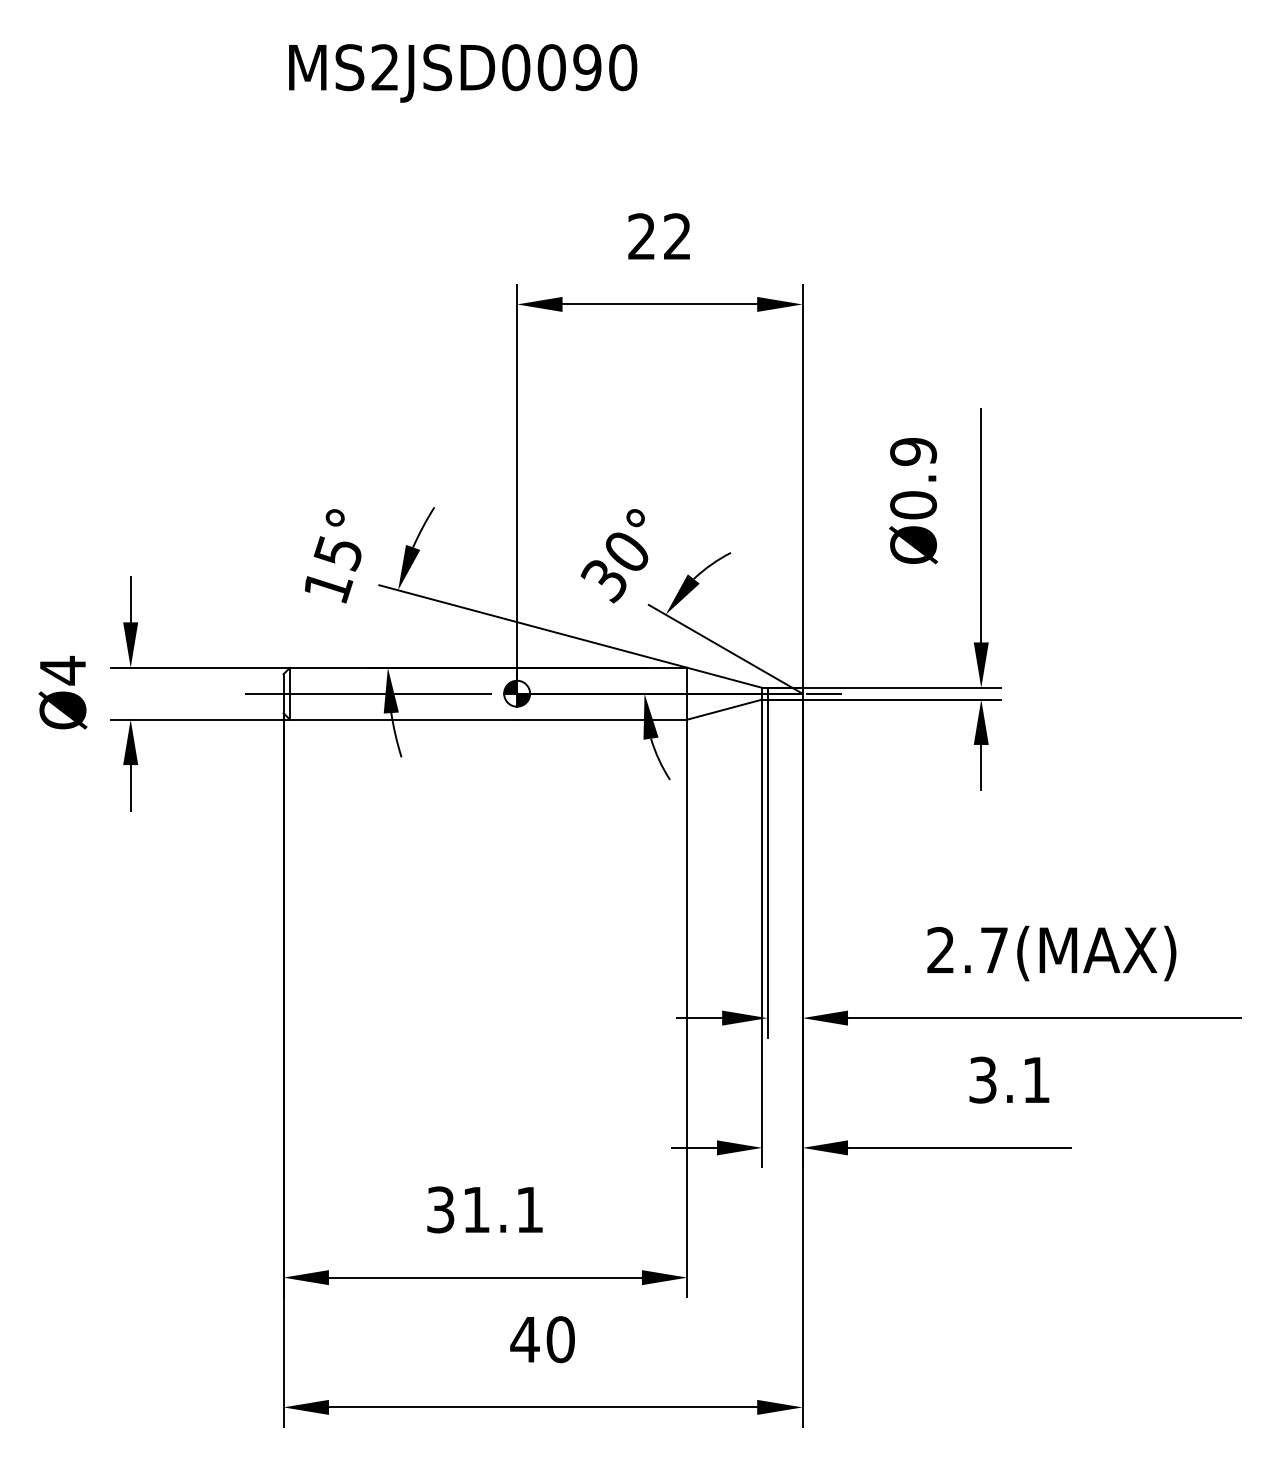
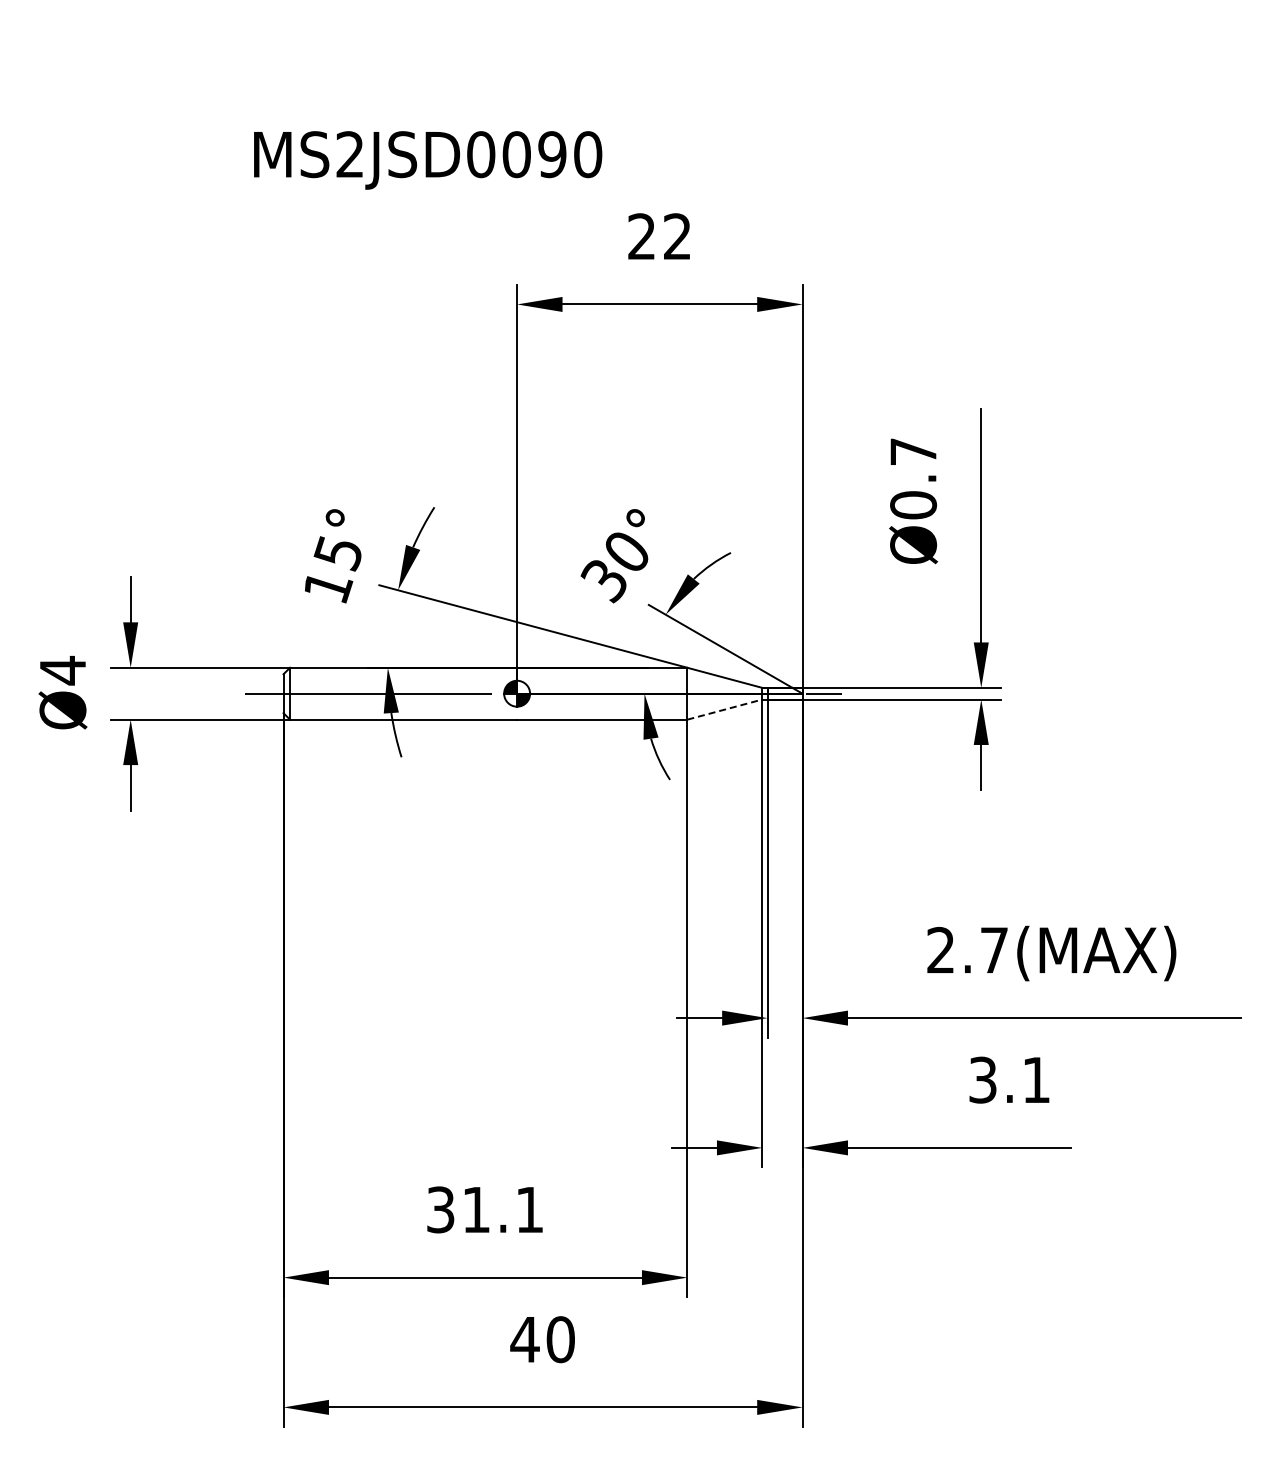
text at (463, 73) position: (463, 73) -> (428, 160)
text at (913, 452): Ø0.9 -> Ø0.7
line at (724, 709): solid -> dashed
